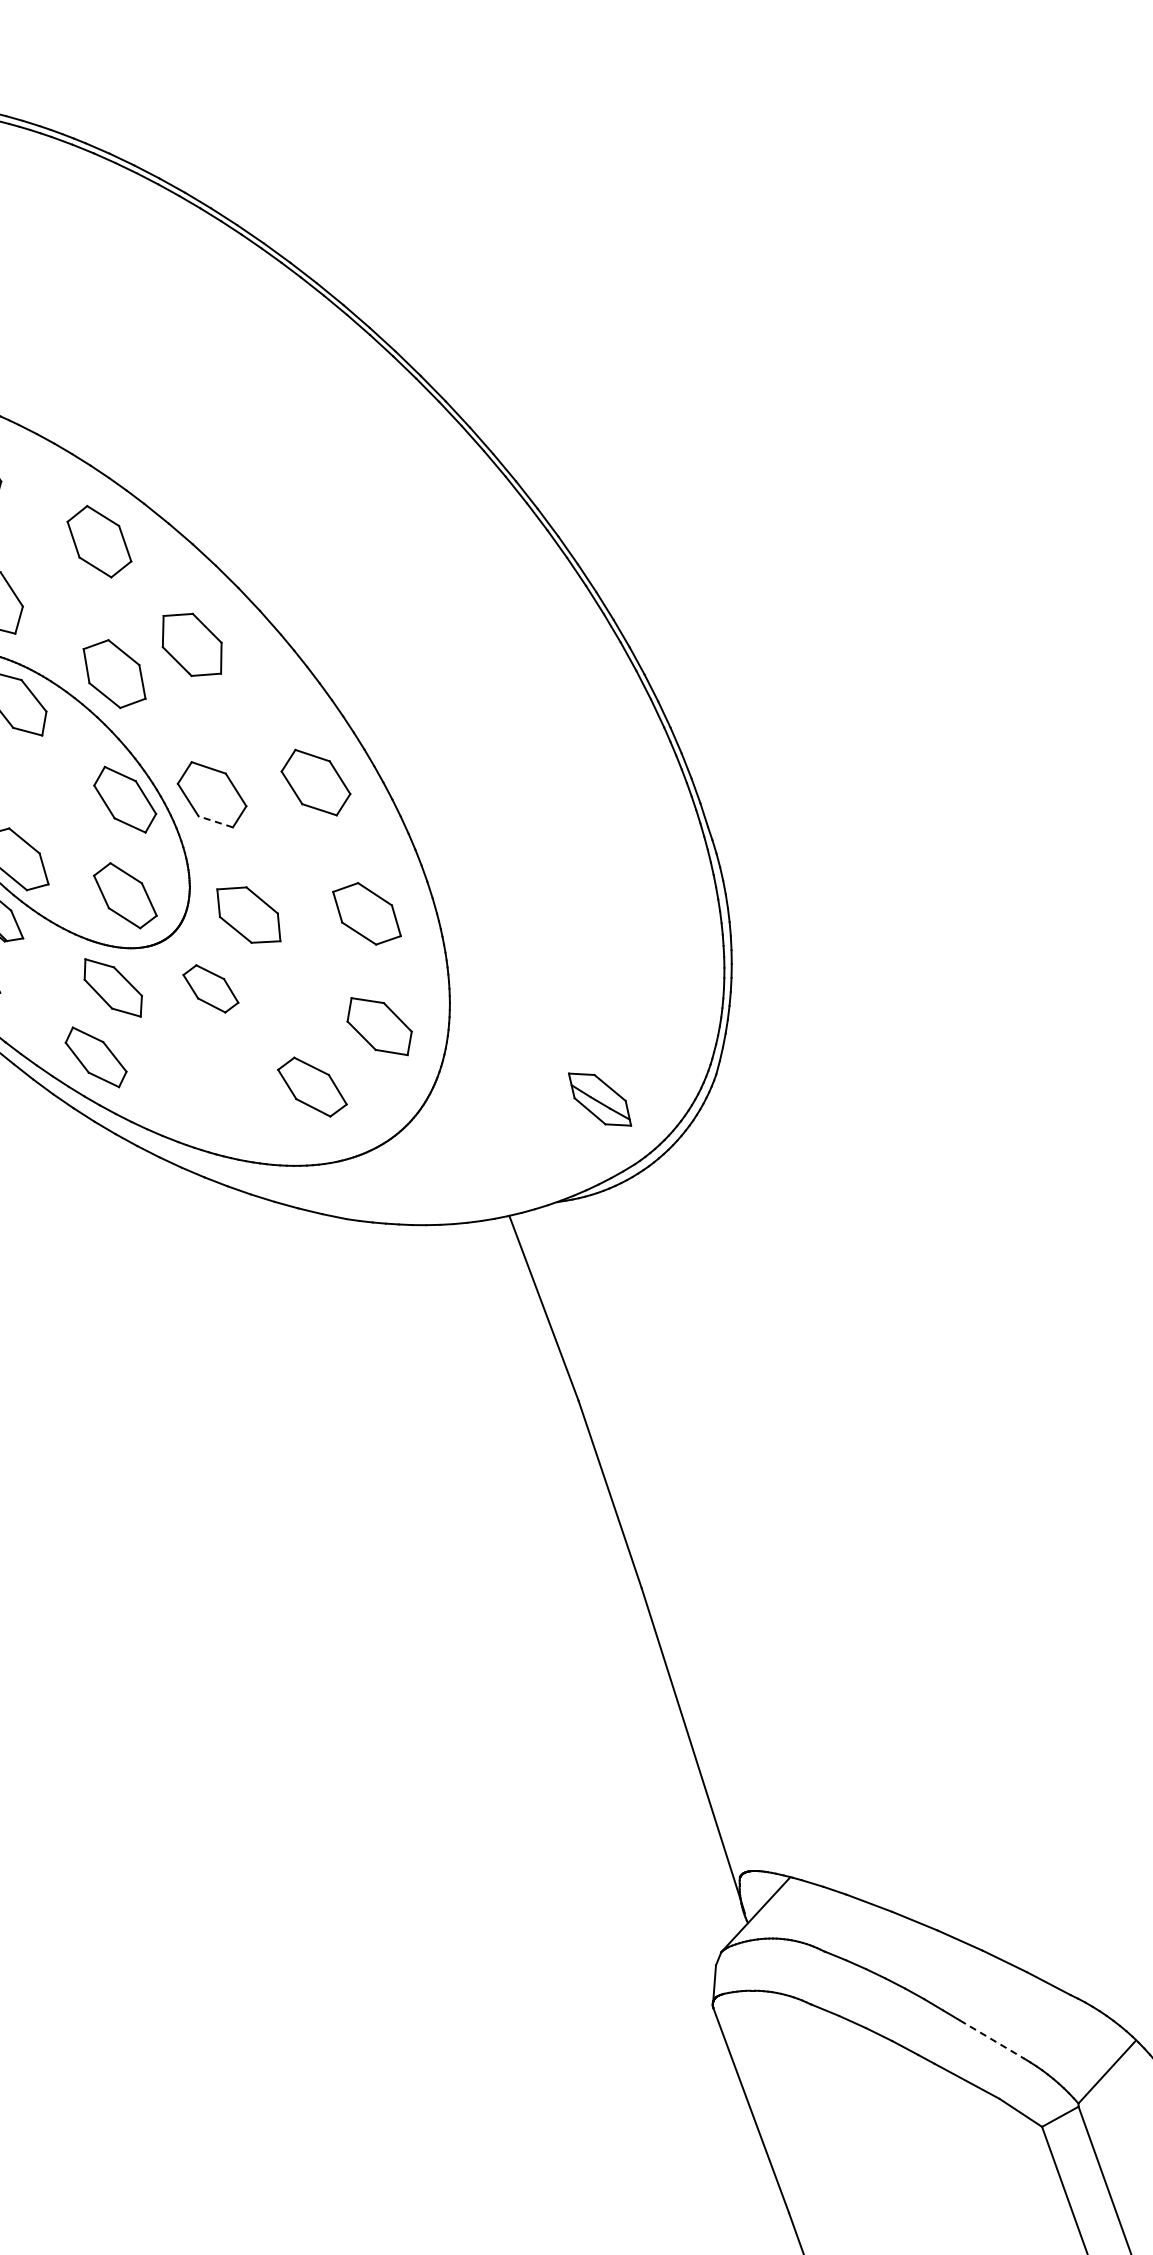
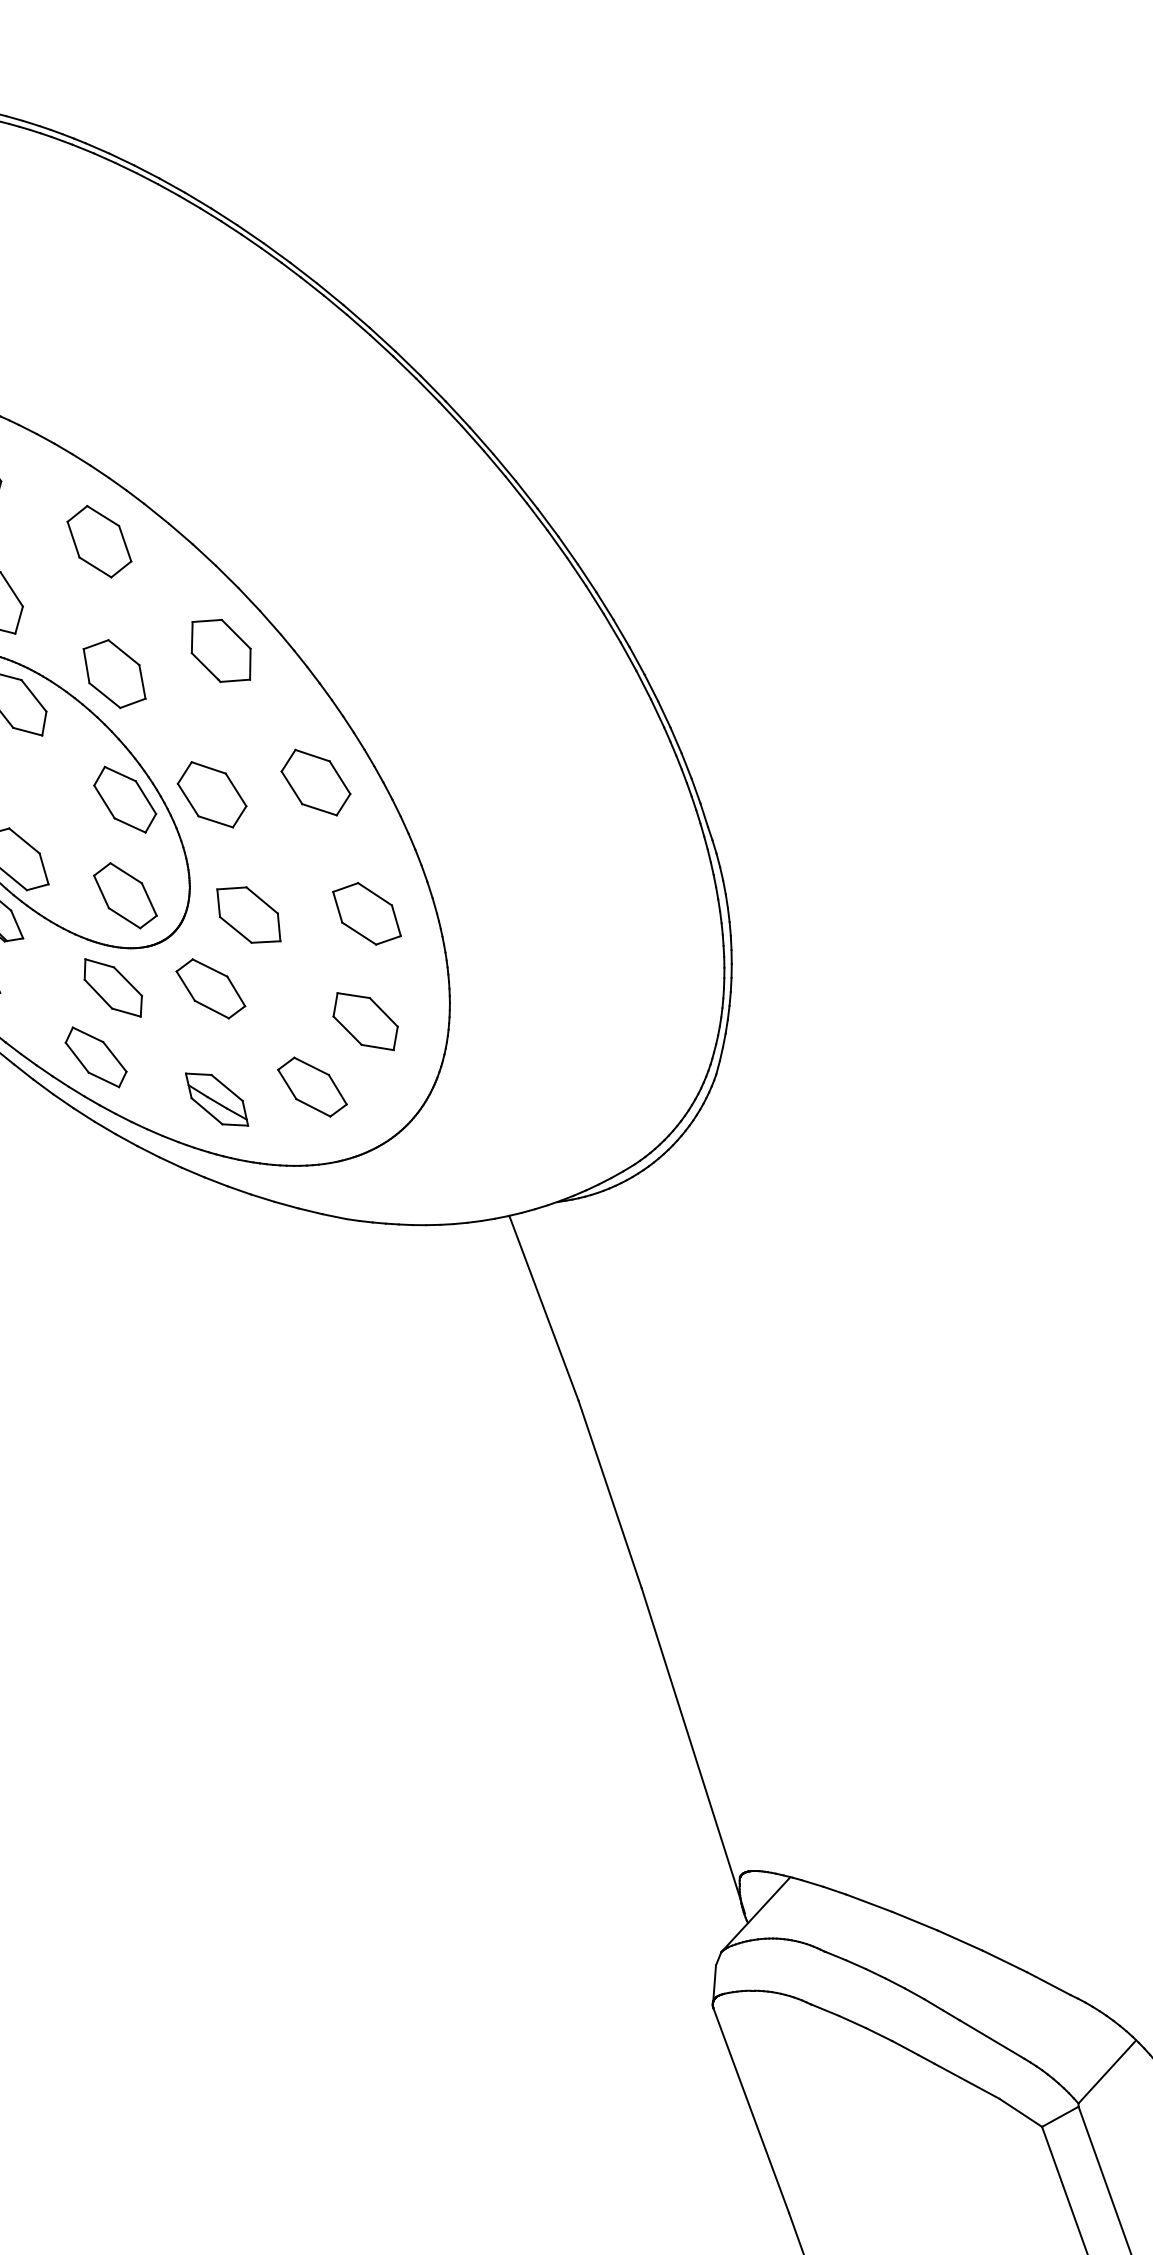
part at (191, 644) position: (191, 644) -> (220, 650)
line at (215, 821): dashed -> solid
part at (210, 988) size: 58x50 px -> 72x62 px
part at (379, 1026) position: (379, 1026) -> (365, 1021)
part at (600, 1099) position: (600, 1099) -> (217, 1099)
line at (992, 2039): dashed -> solid
